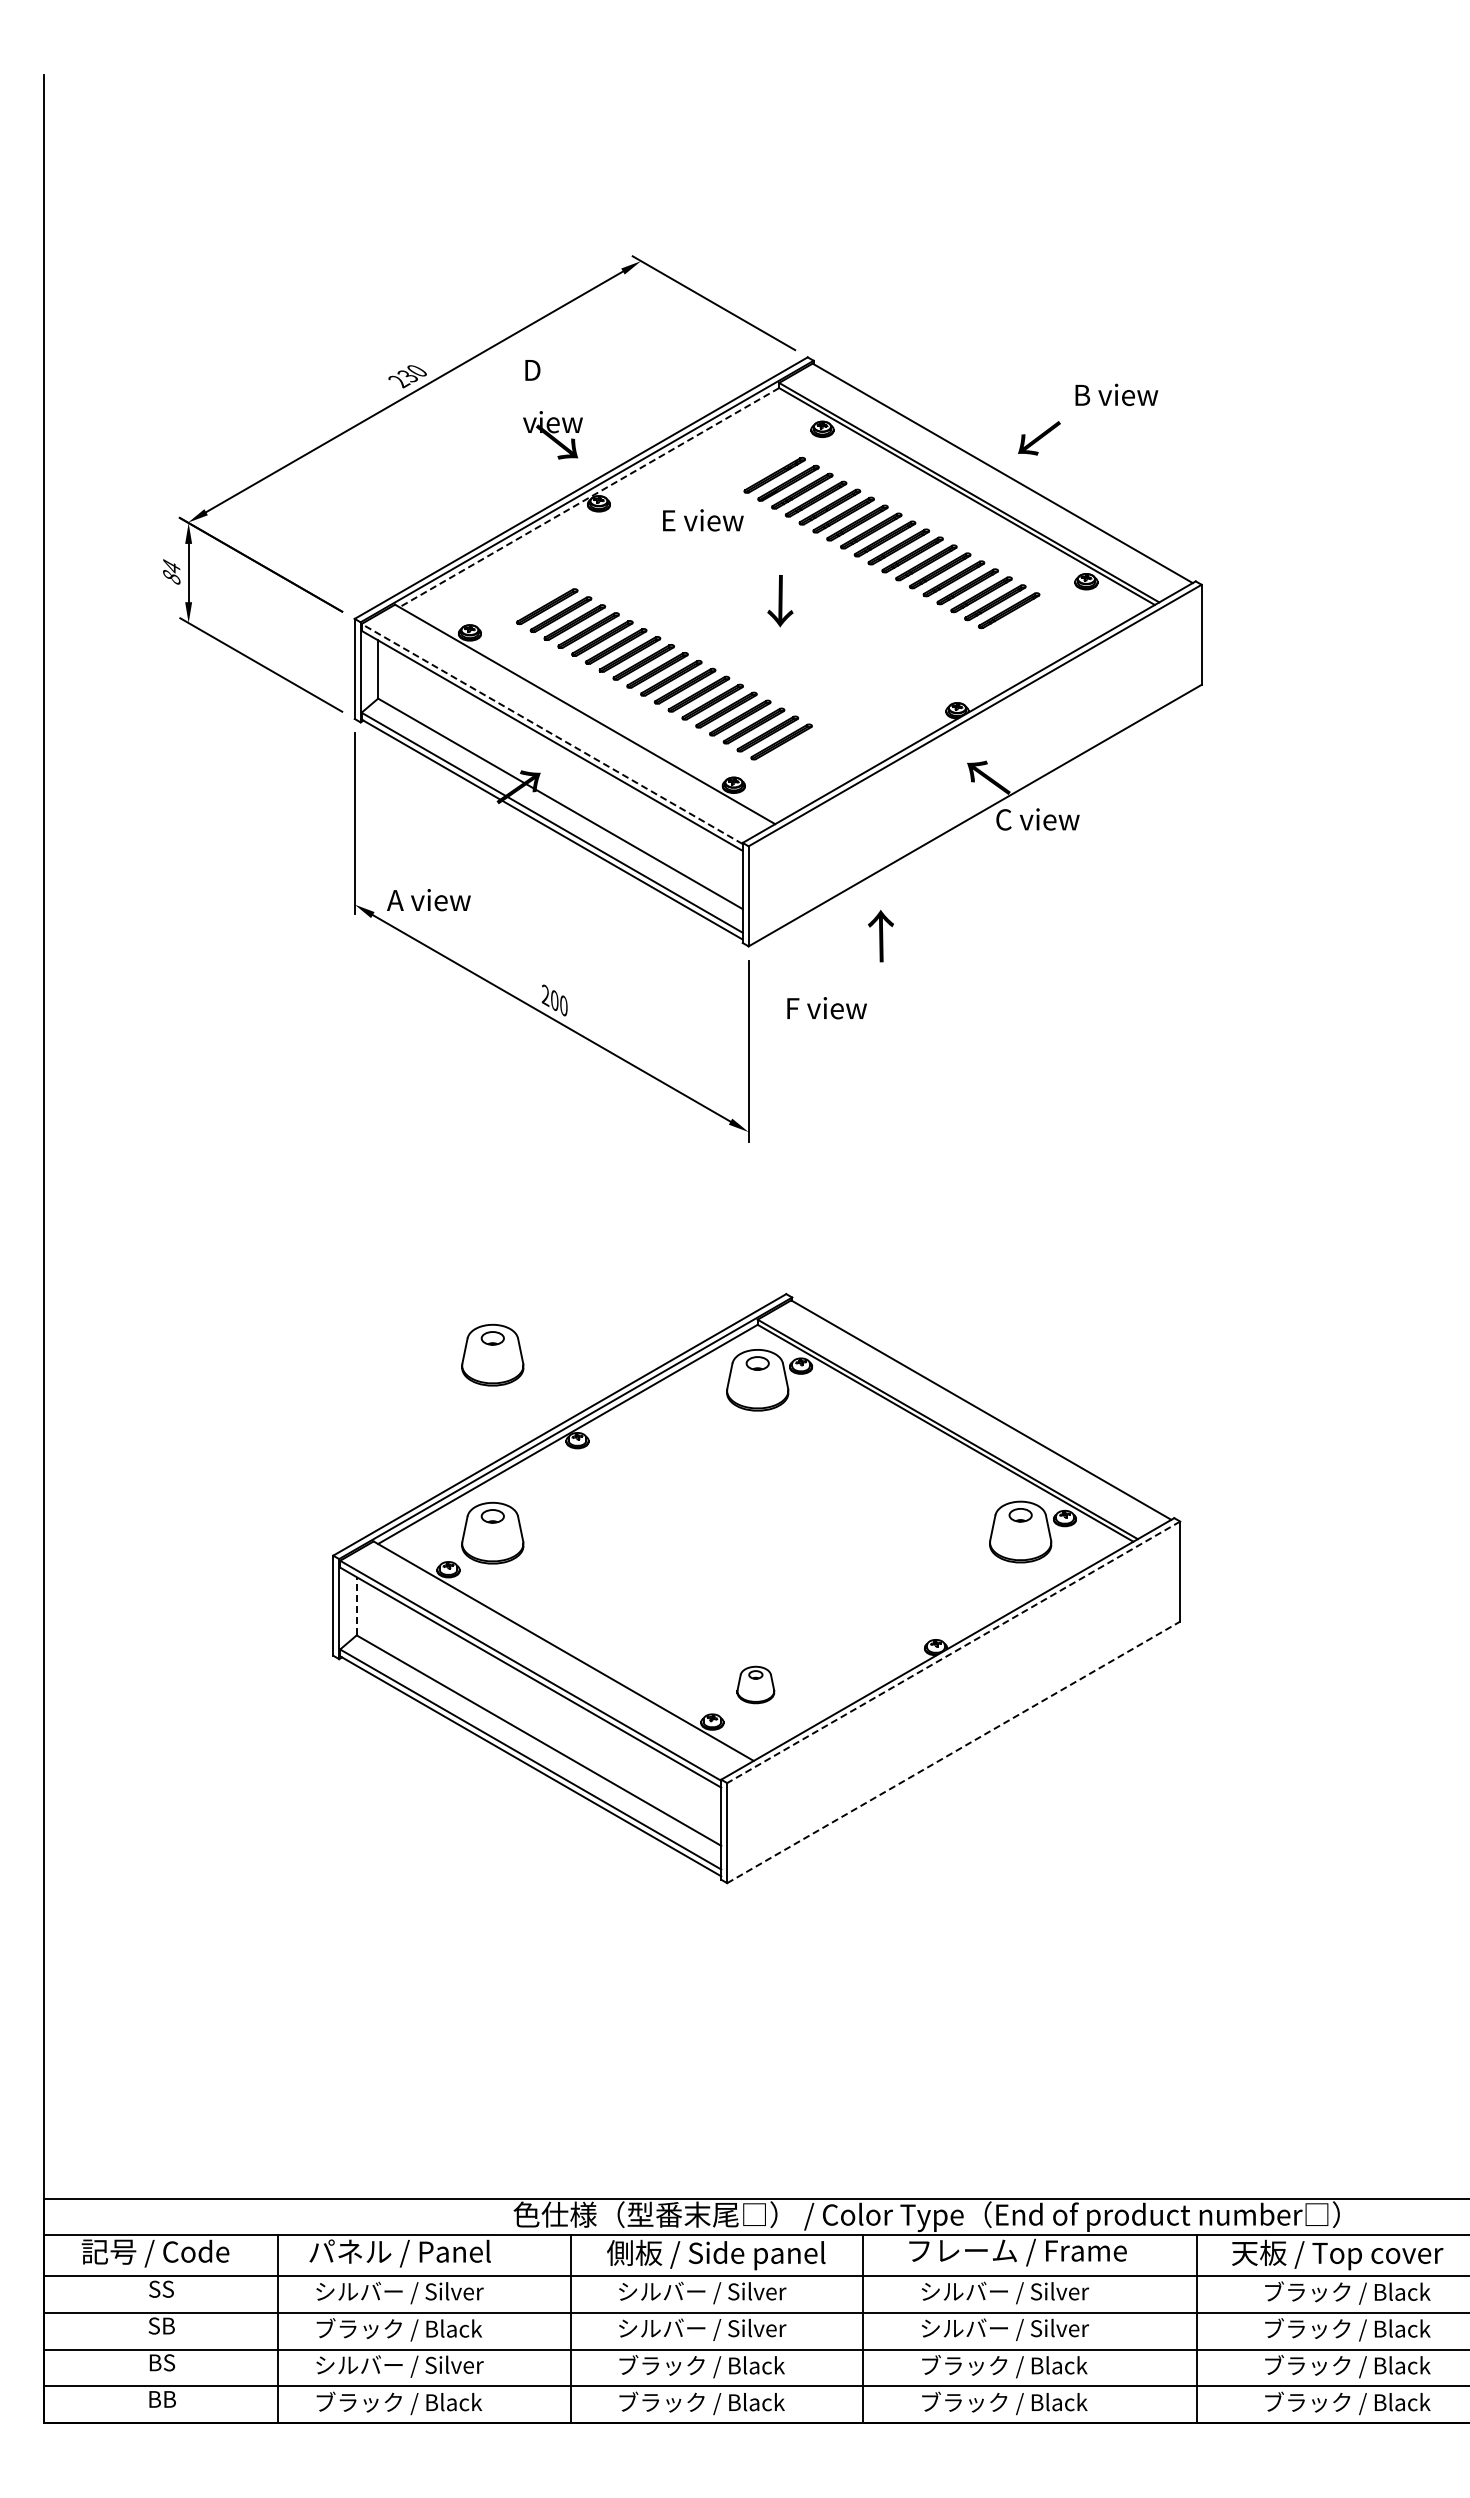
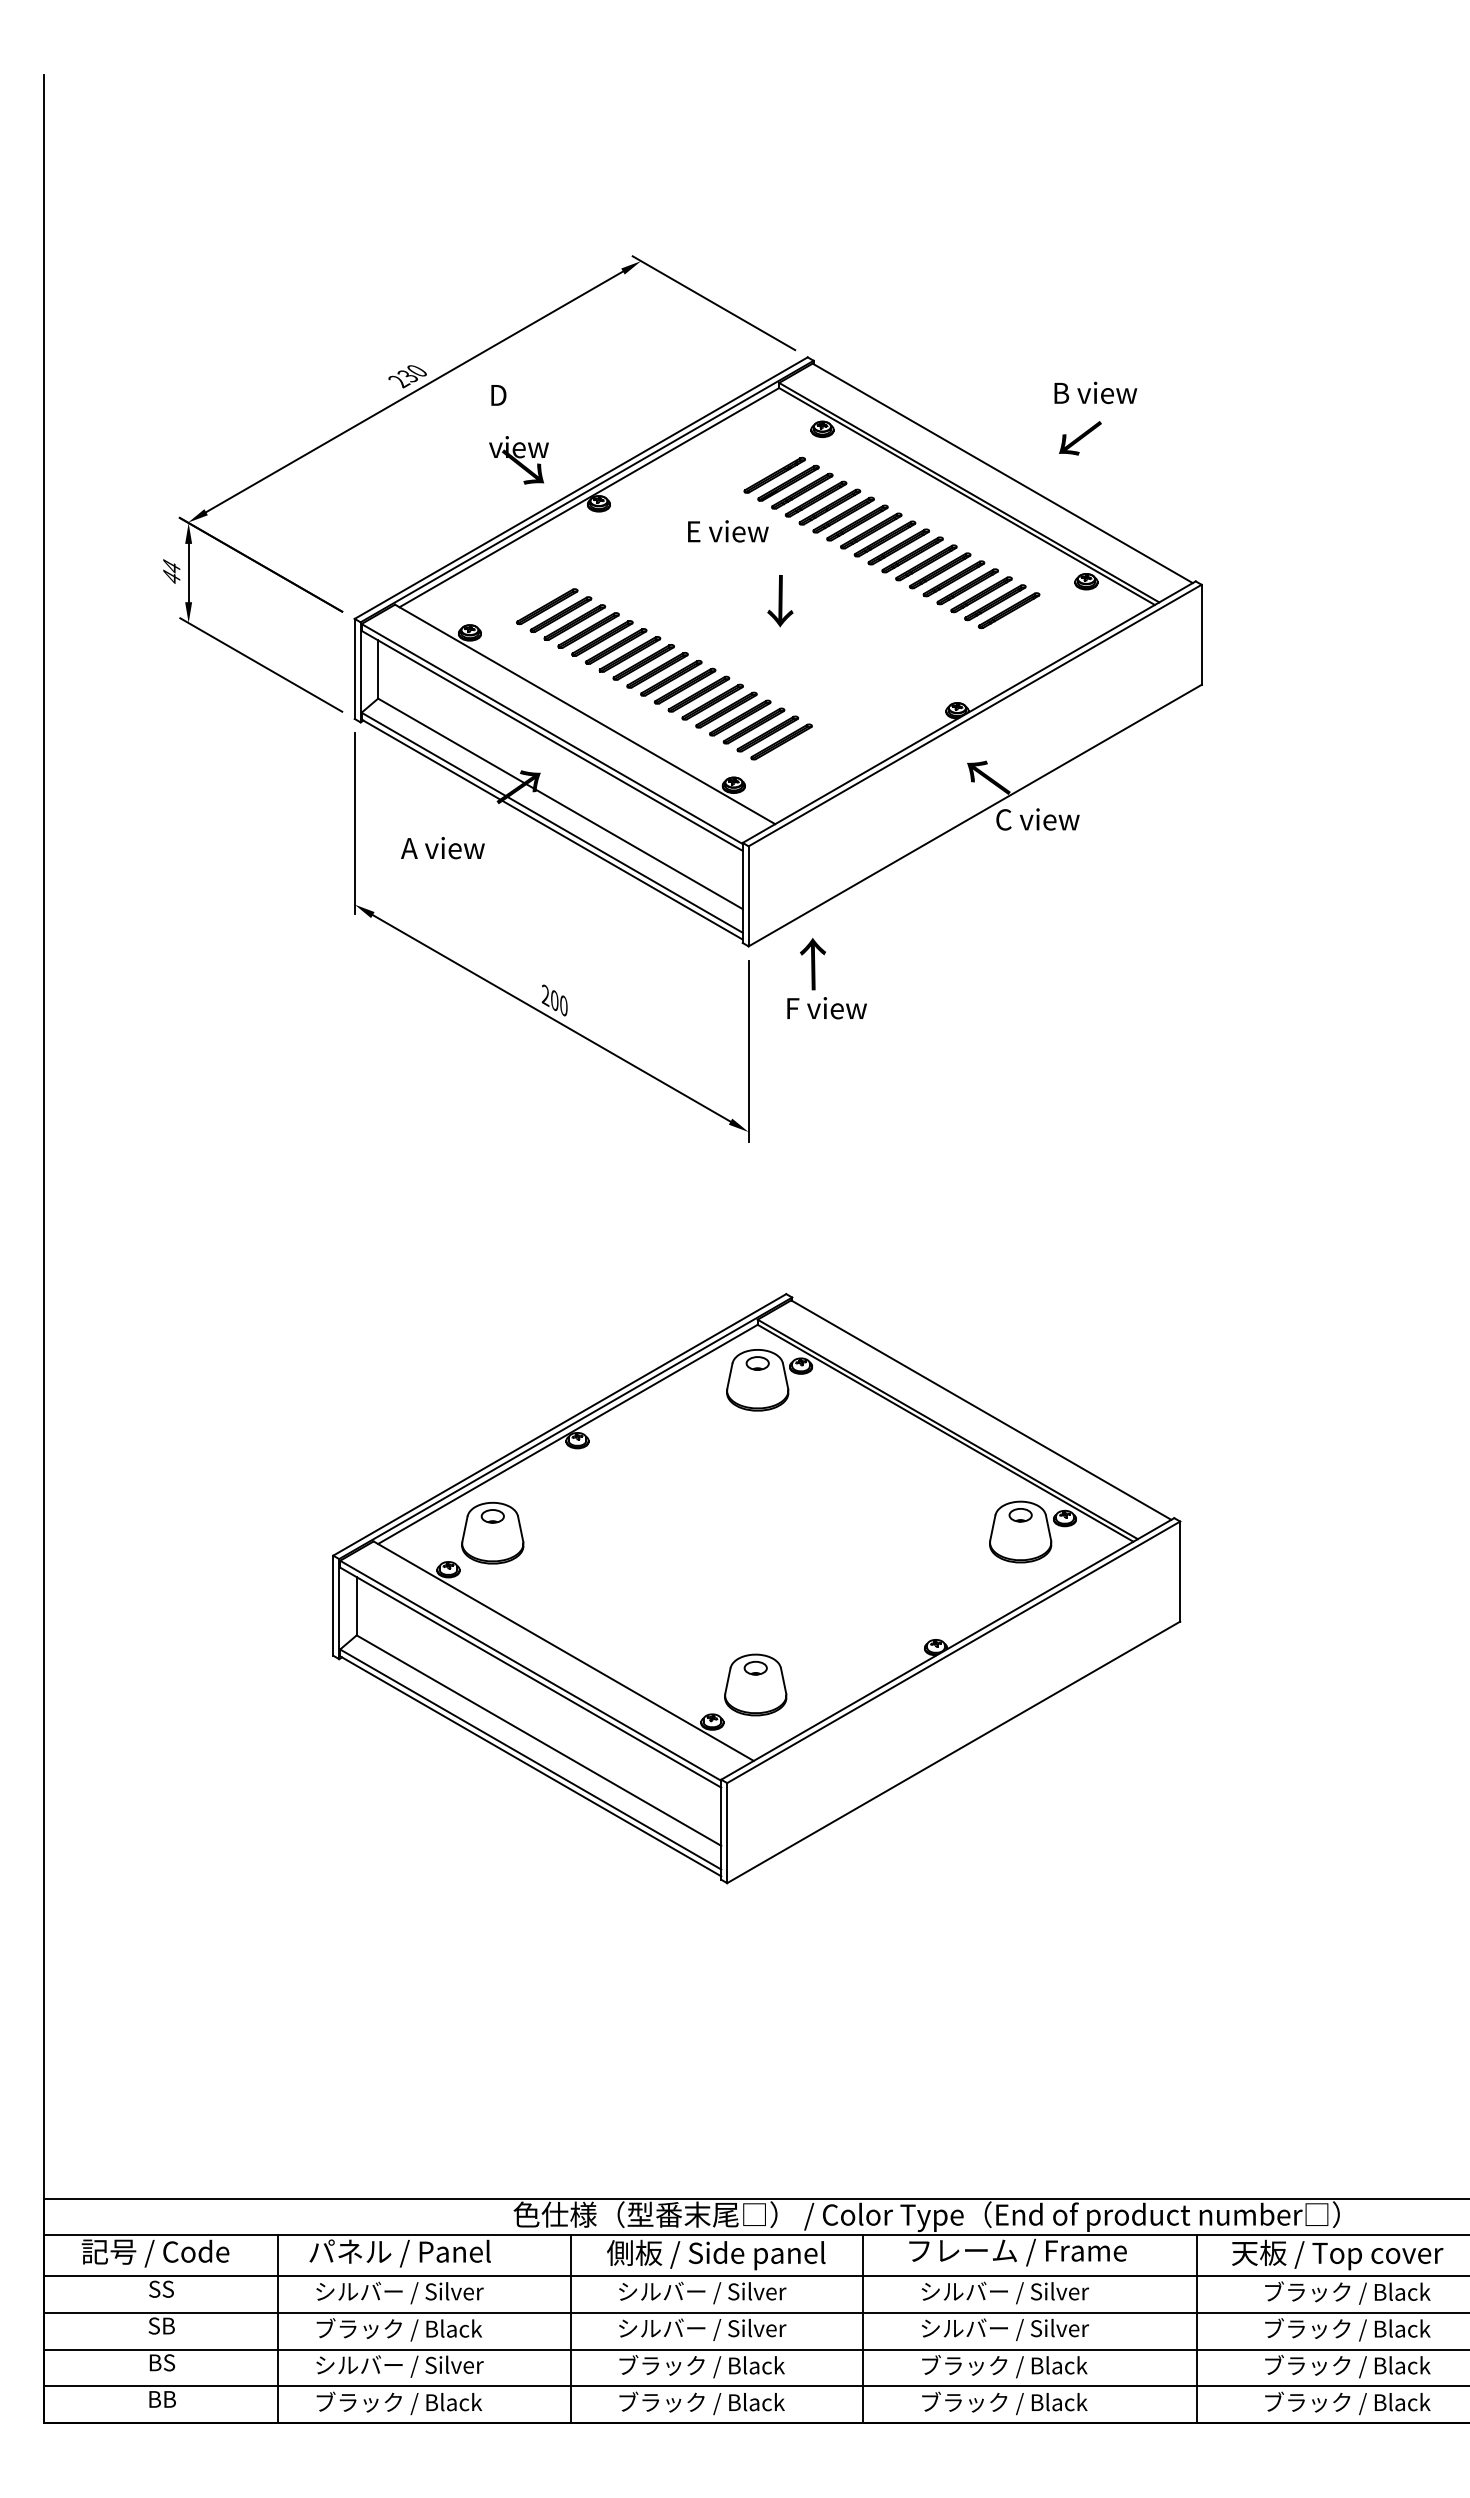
text at (1116, 394) position: (1116, 394) -> (1095, 392)
text at (552, 409) position: (552, 409) -> (518, 434)
text at (1039, 438) position: (1039, 438) -> (1080, 438)
line at (588, 497): dashed -> solid
text at (703, 520) position: (703, 520) -> (728, 531)
text at (171, 576): 84 -> 44
line at (551, 733): dashed -> solid
text at (428, 900) position: (428, 900) -> (442, 848)
text at (880, 936) position: (880, 936) -> (812, 964)
part at (492, 1354): present -> none
line at (356, 1605): dashed -> solid
line at (953, 1652): dashed -> solid
part at (755, 1684) size: 40x40 px -> 64x64 px
line at (953, 1752): dashed -> solid
